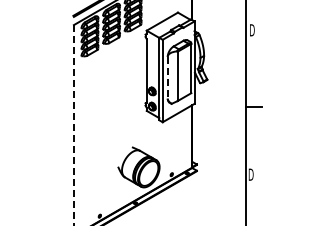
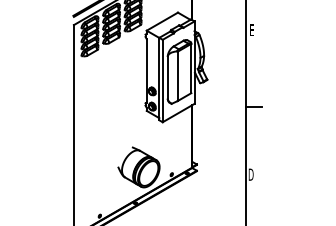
text at (252, 30): D -> E
line at (167, 77): dashed -> solid
line at (74, 125): dashed -> solid
